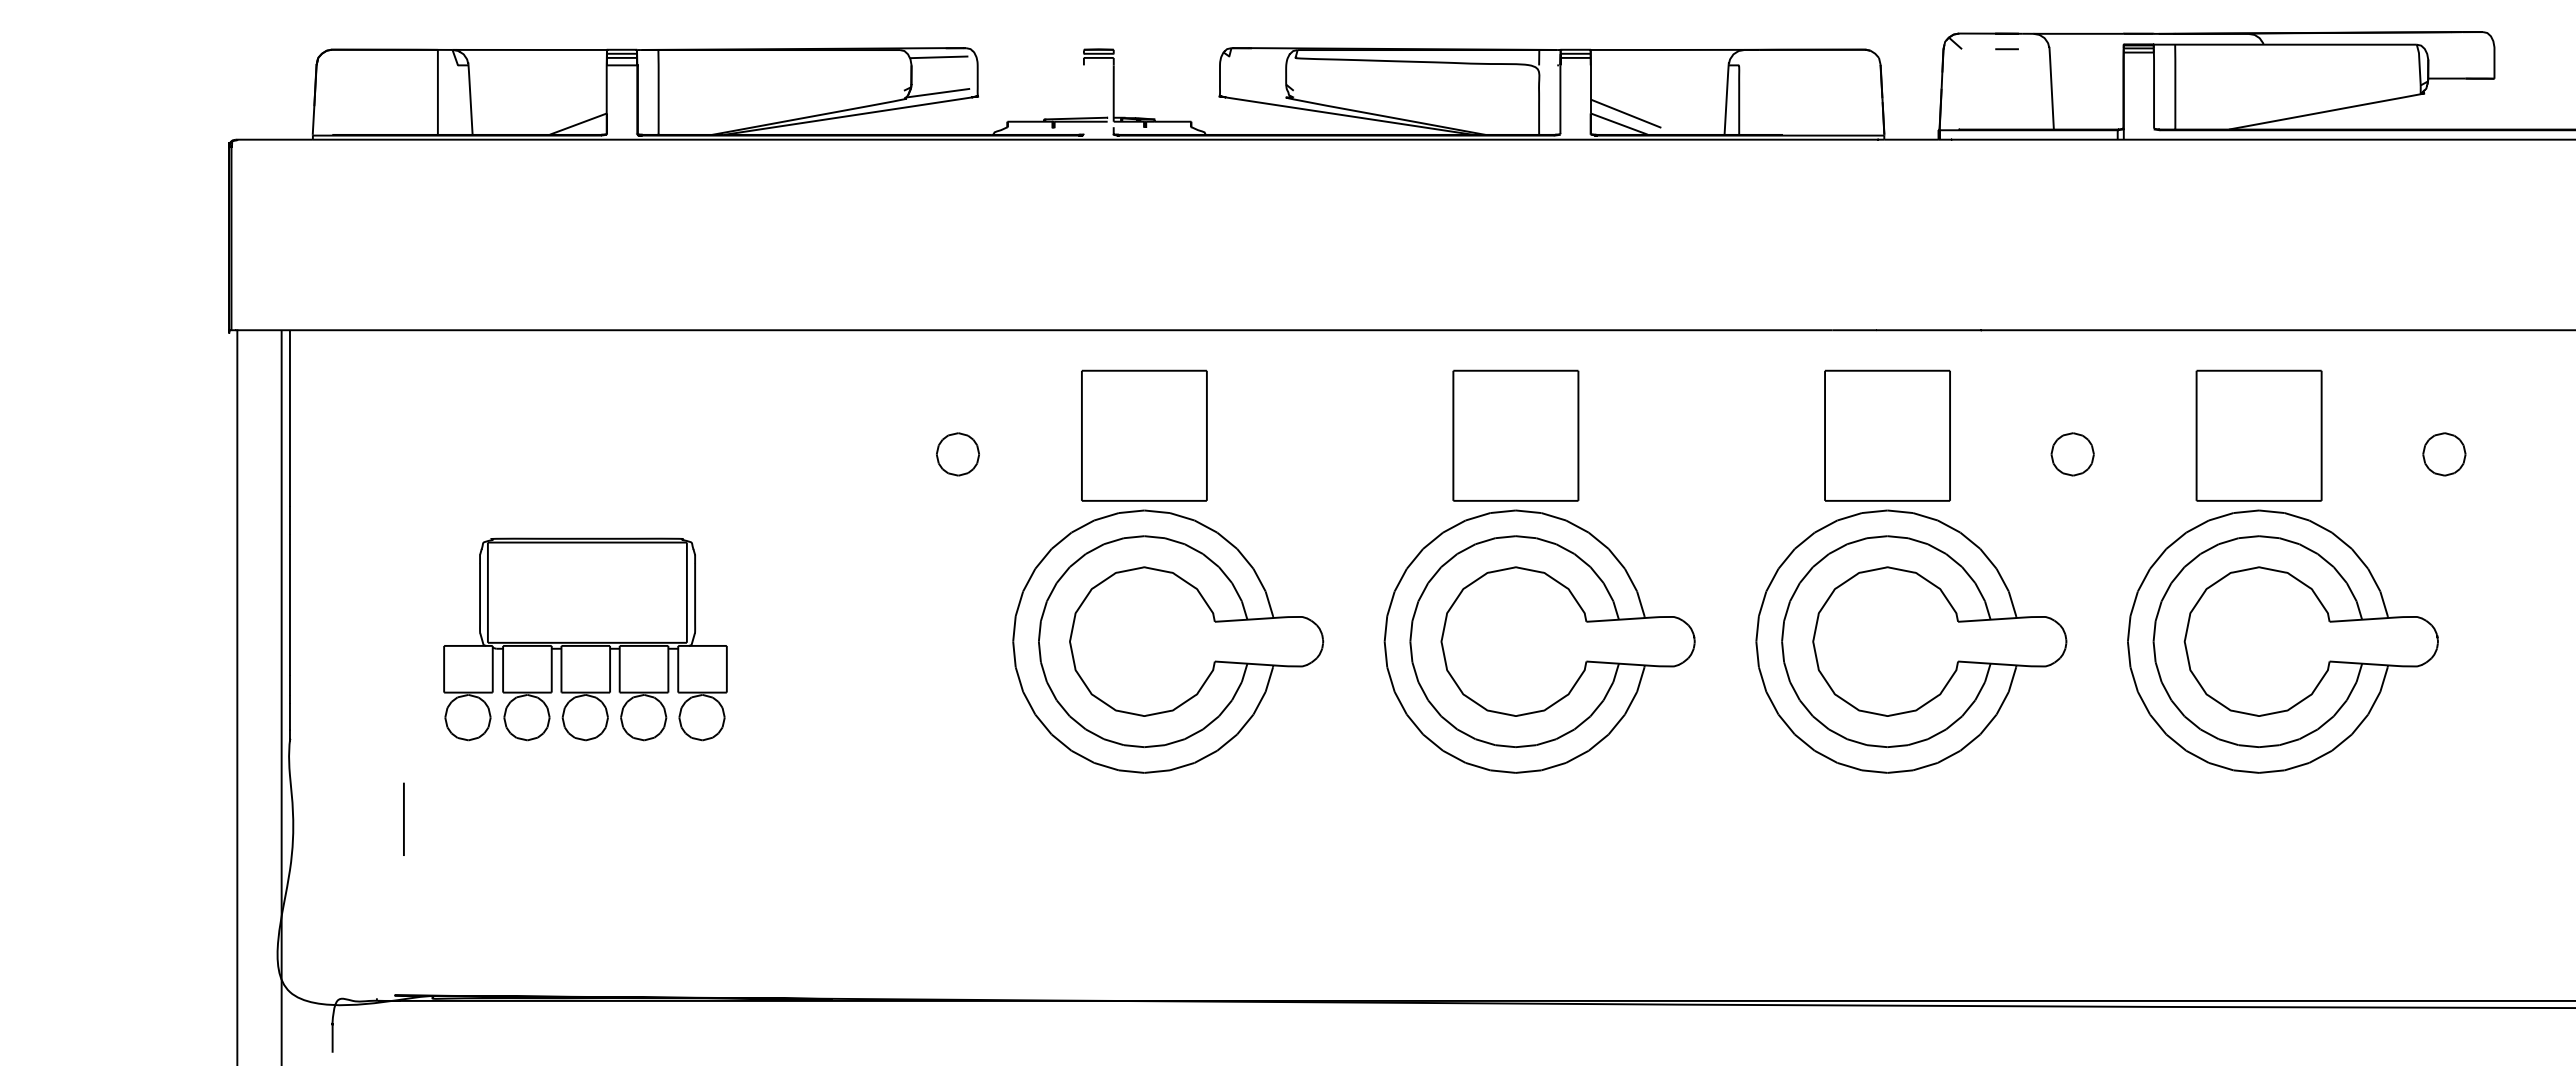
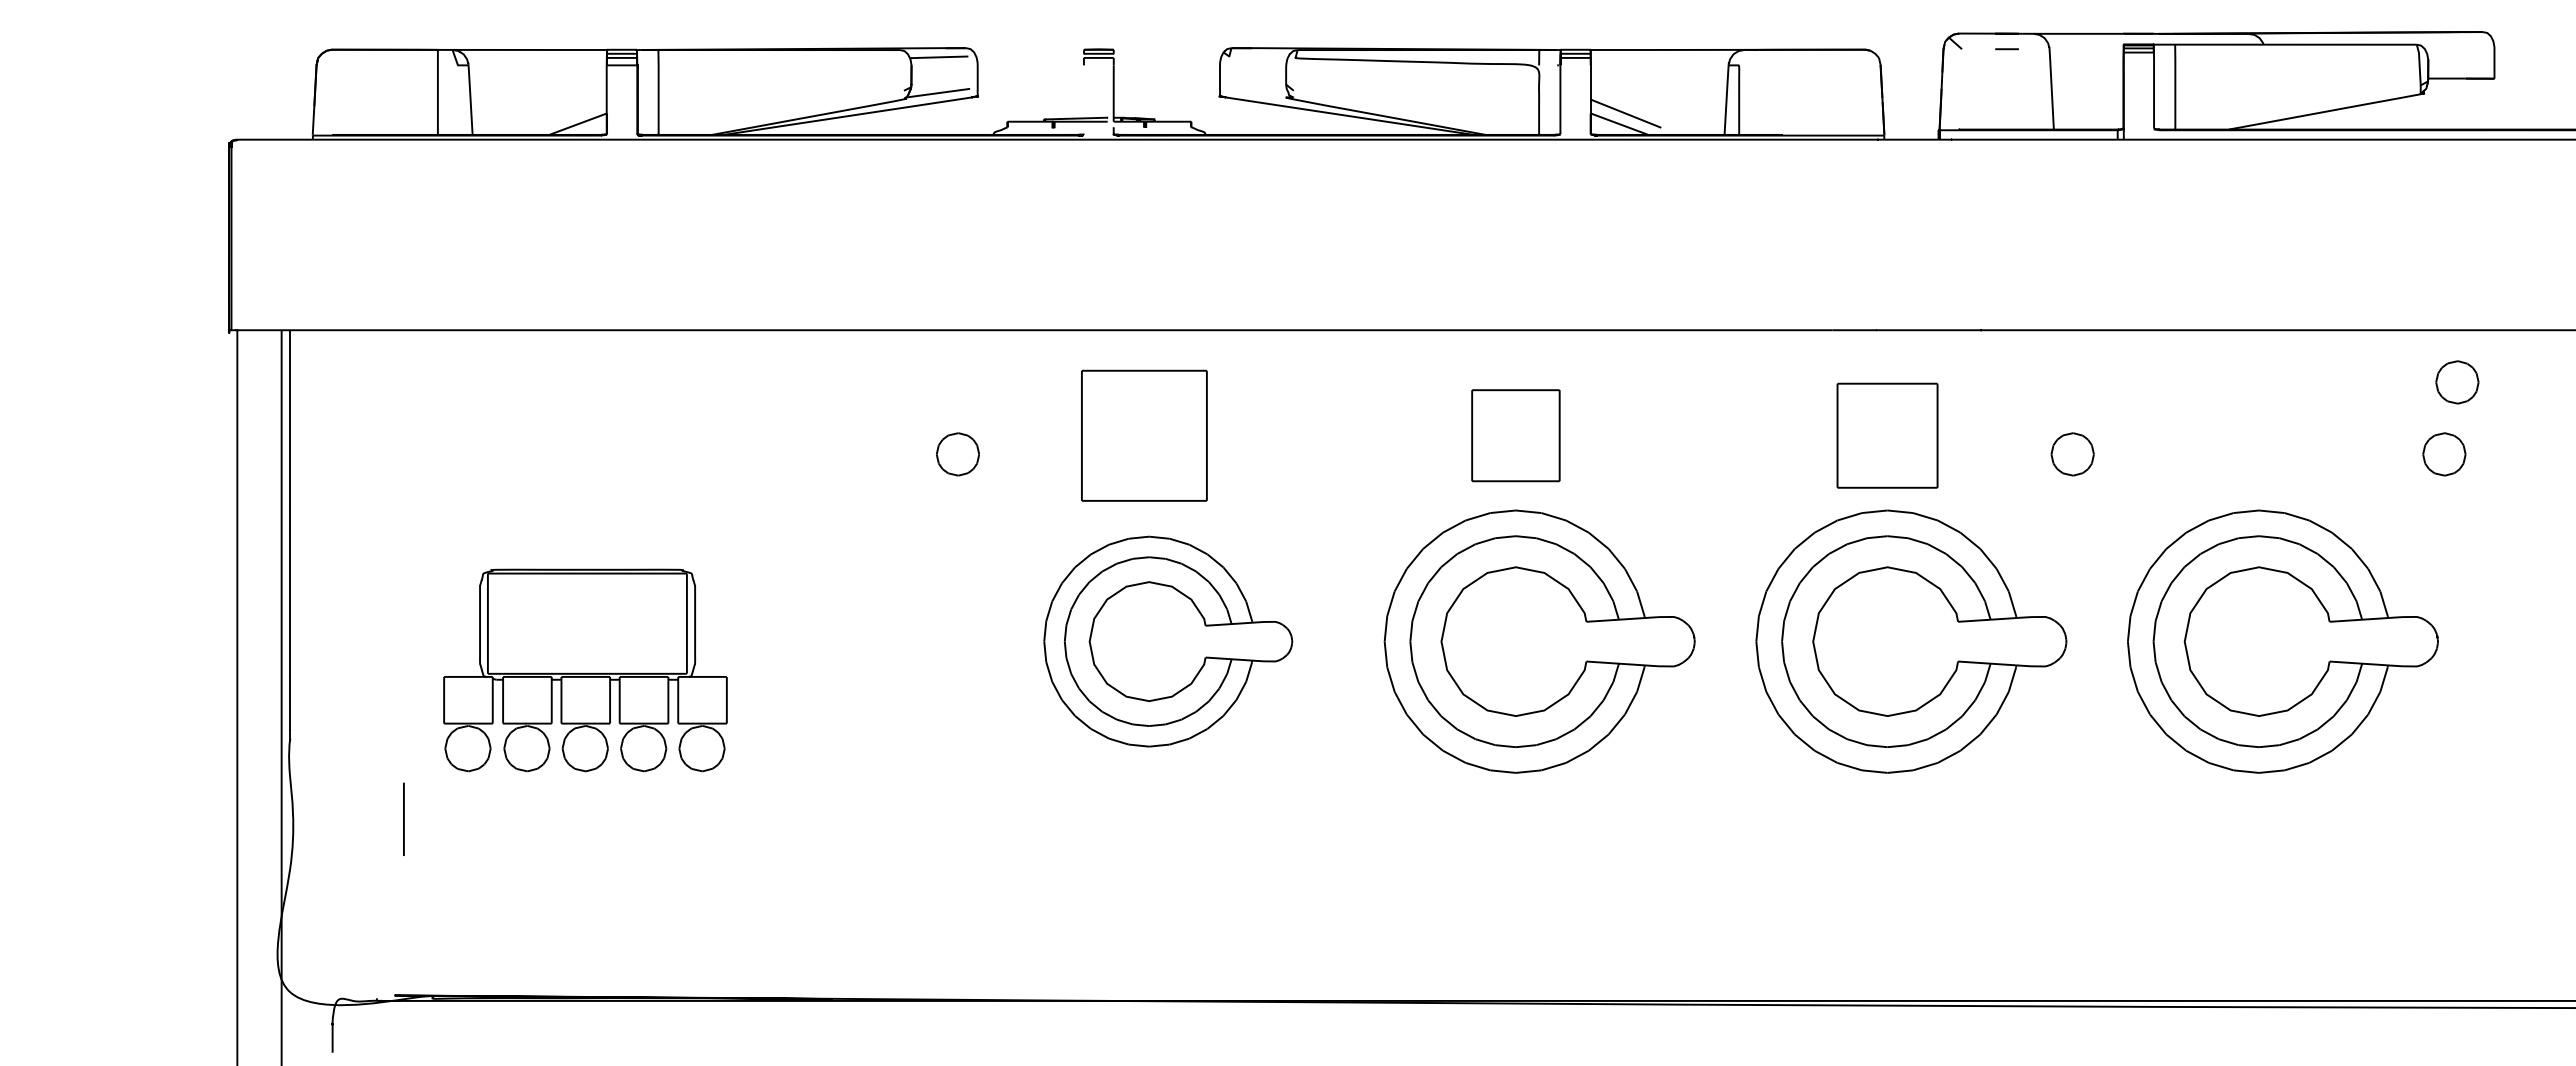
part at (2457, 382): none -> present
part at (1515, 435) size: 128x133 px -> 90x94 px
part at (1887, 435) size: 127x133 px -> 103x107 px
part at (2258, 435): present -> none
part at (585, 639) position: (585, 639) -> (585, 670)
part at (1168, 641) size: 313x265 px -> 251x213 px
